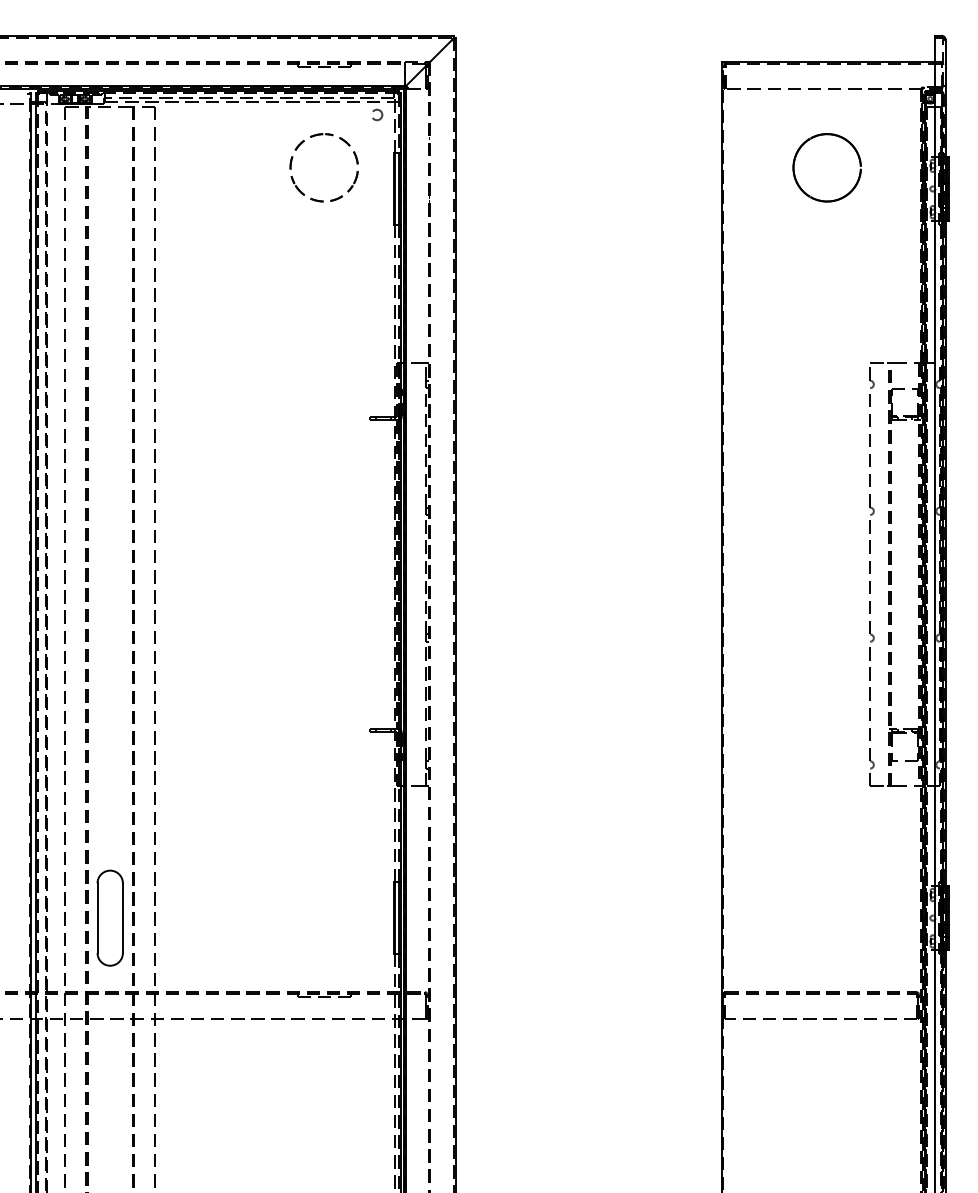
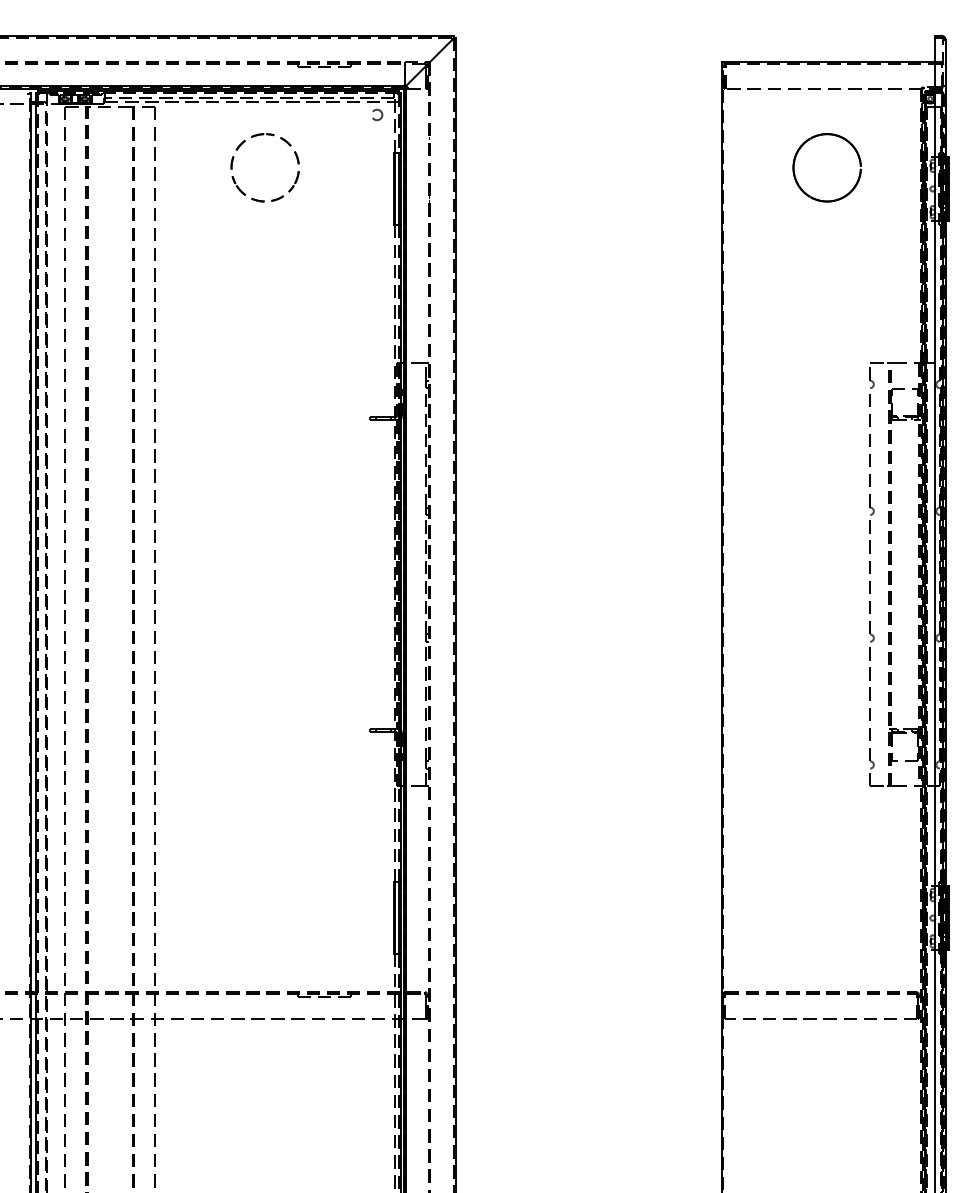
part at (292, 161) position: (292, 161) -> (233, 161)
part at (109, 917): present -> none
